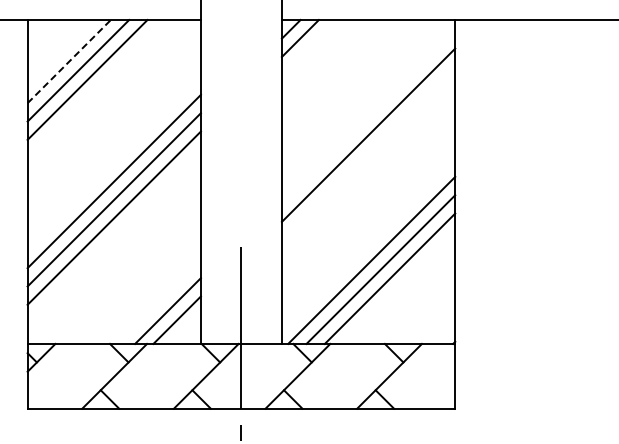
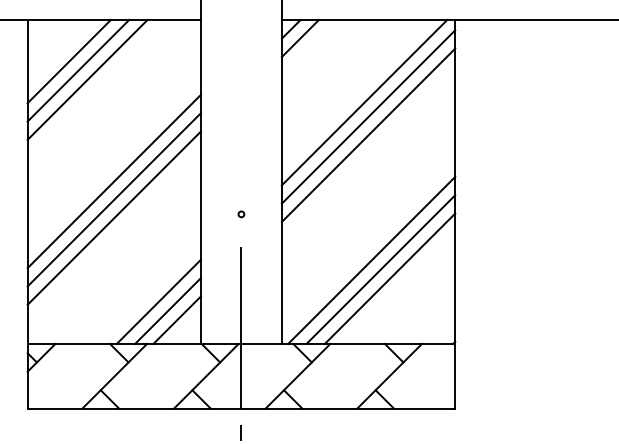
line at (69, 61): dashed -> solid
line at (364, 102): none -> present
line at (368, 116): none -> present
circle at (241, 214): none -> present
line at (158, 301): none -> present
